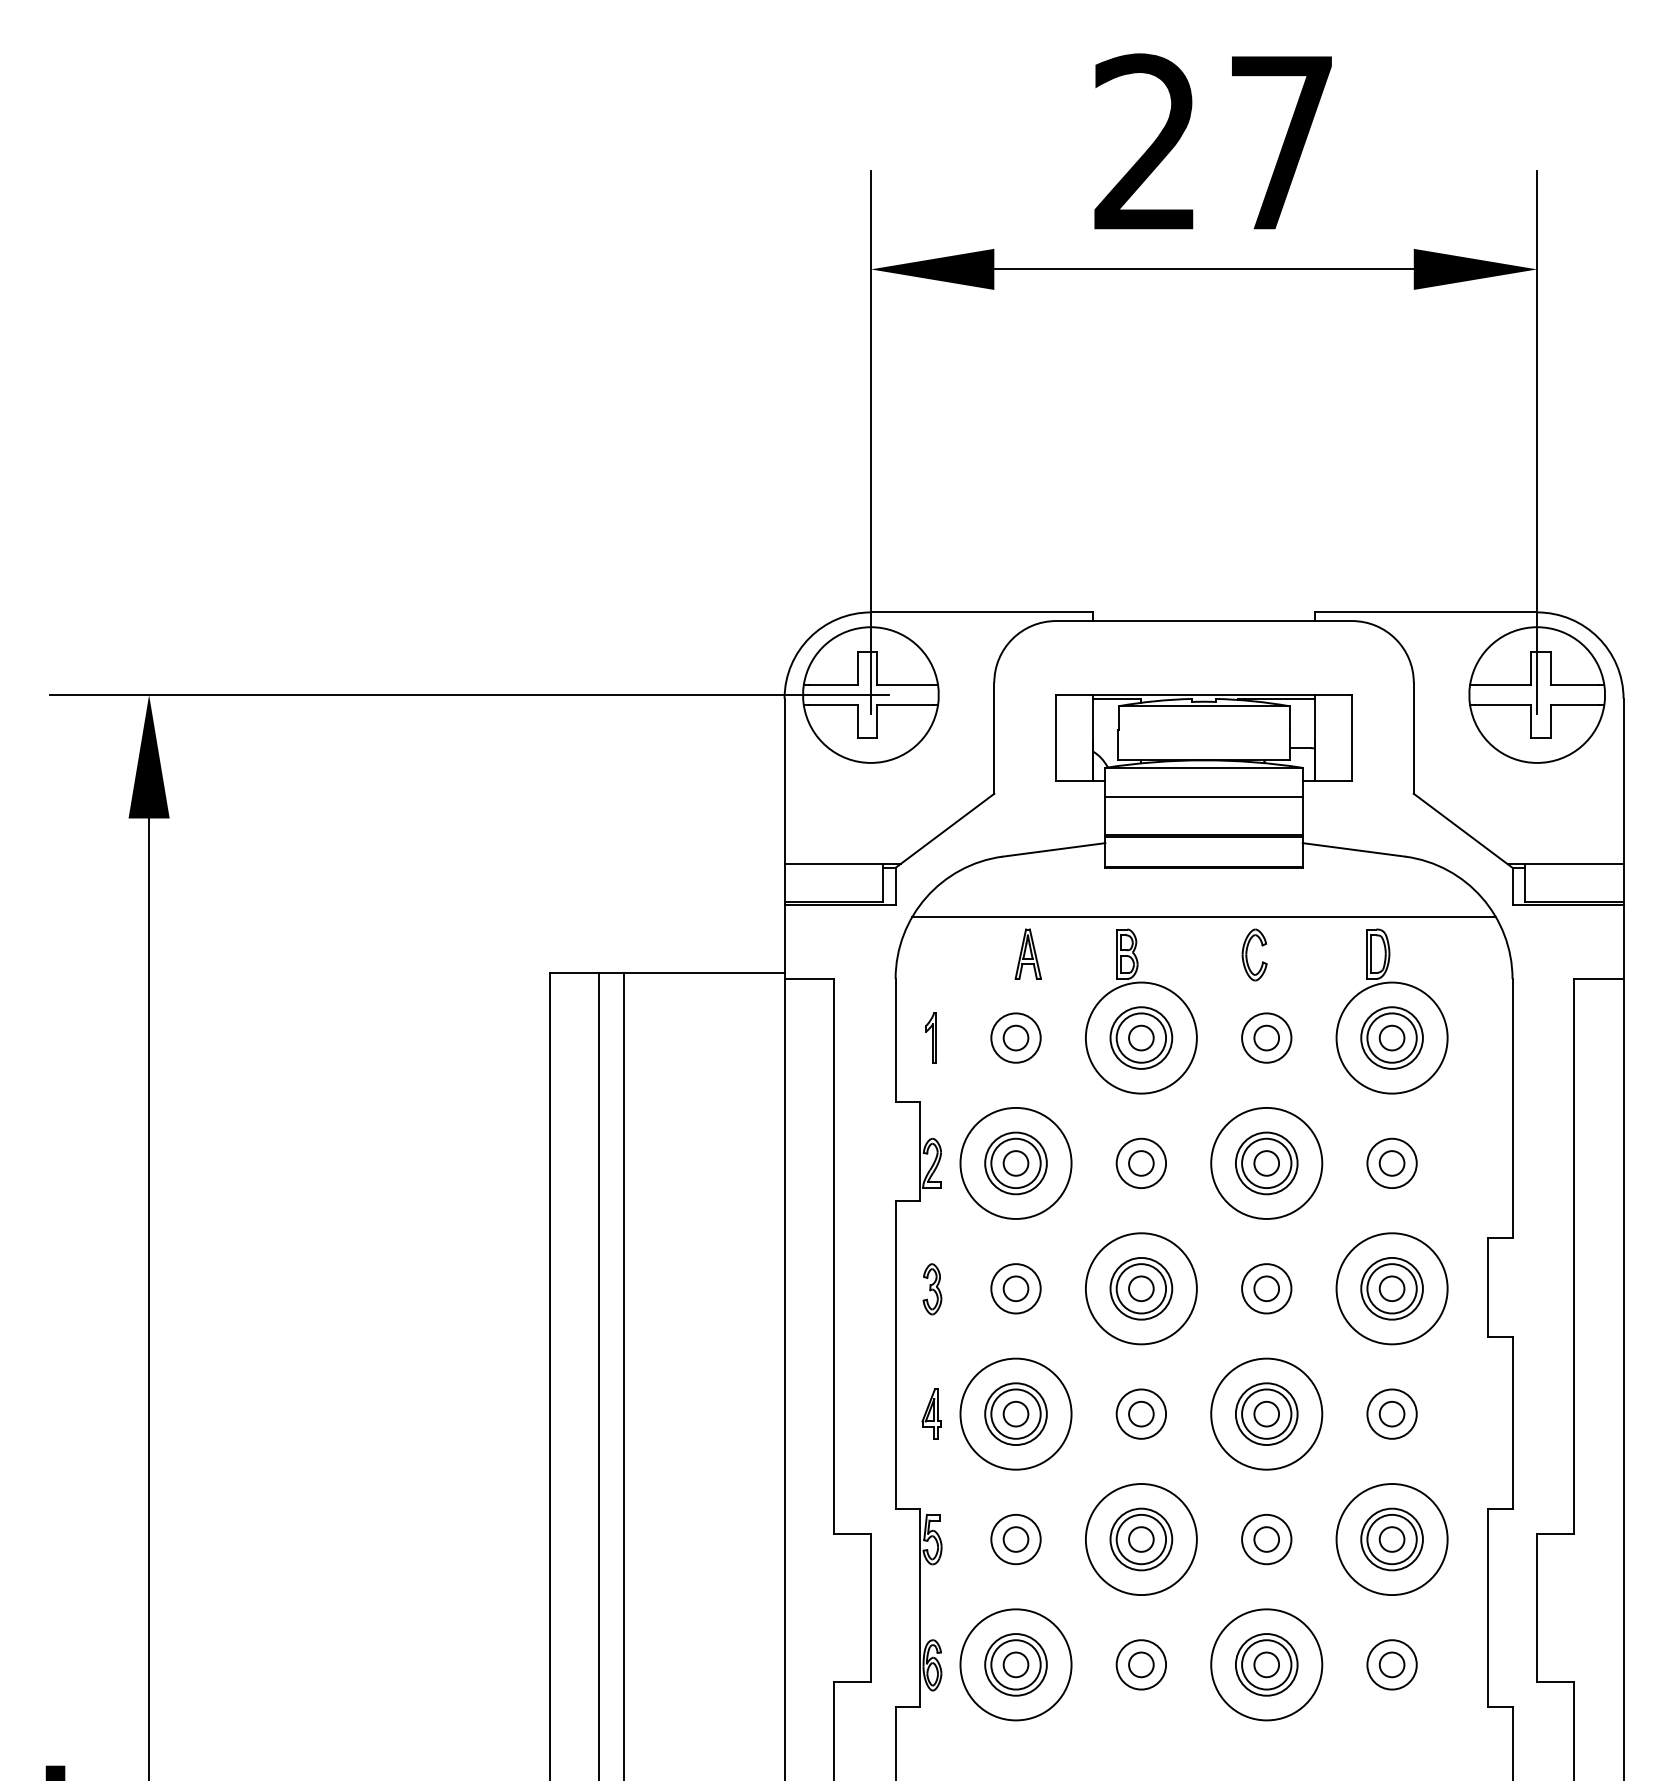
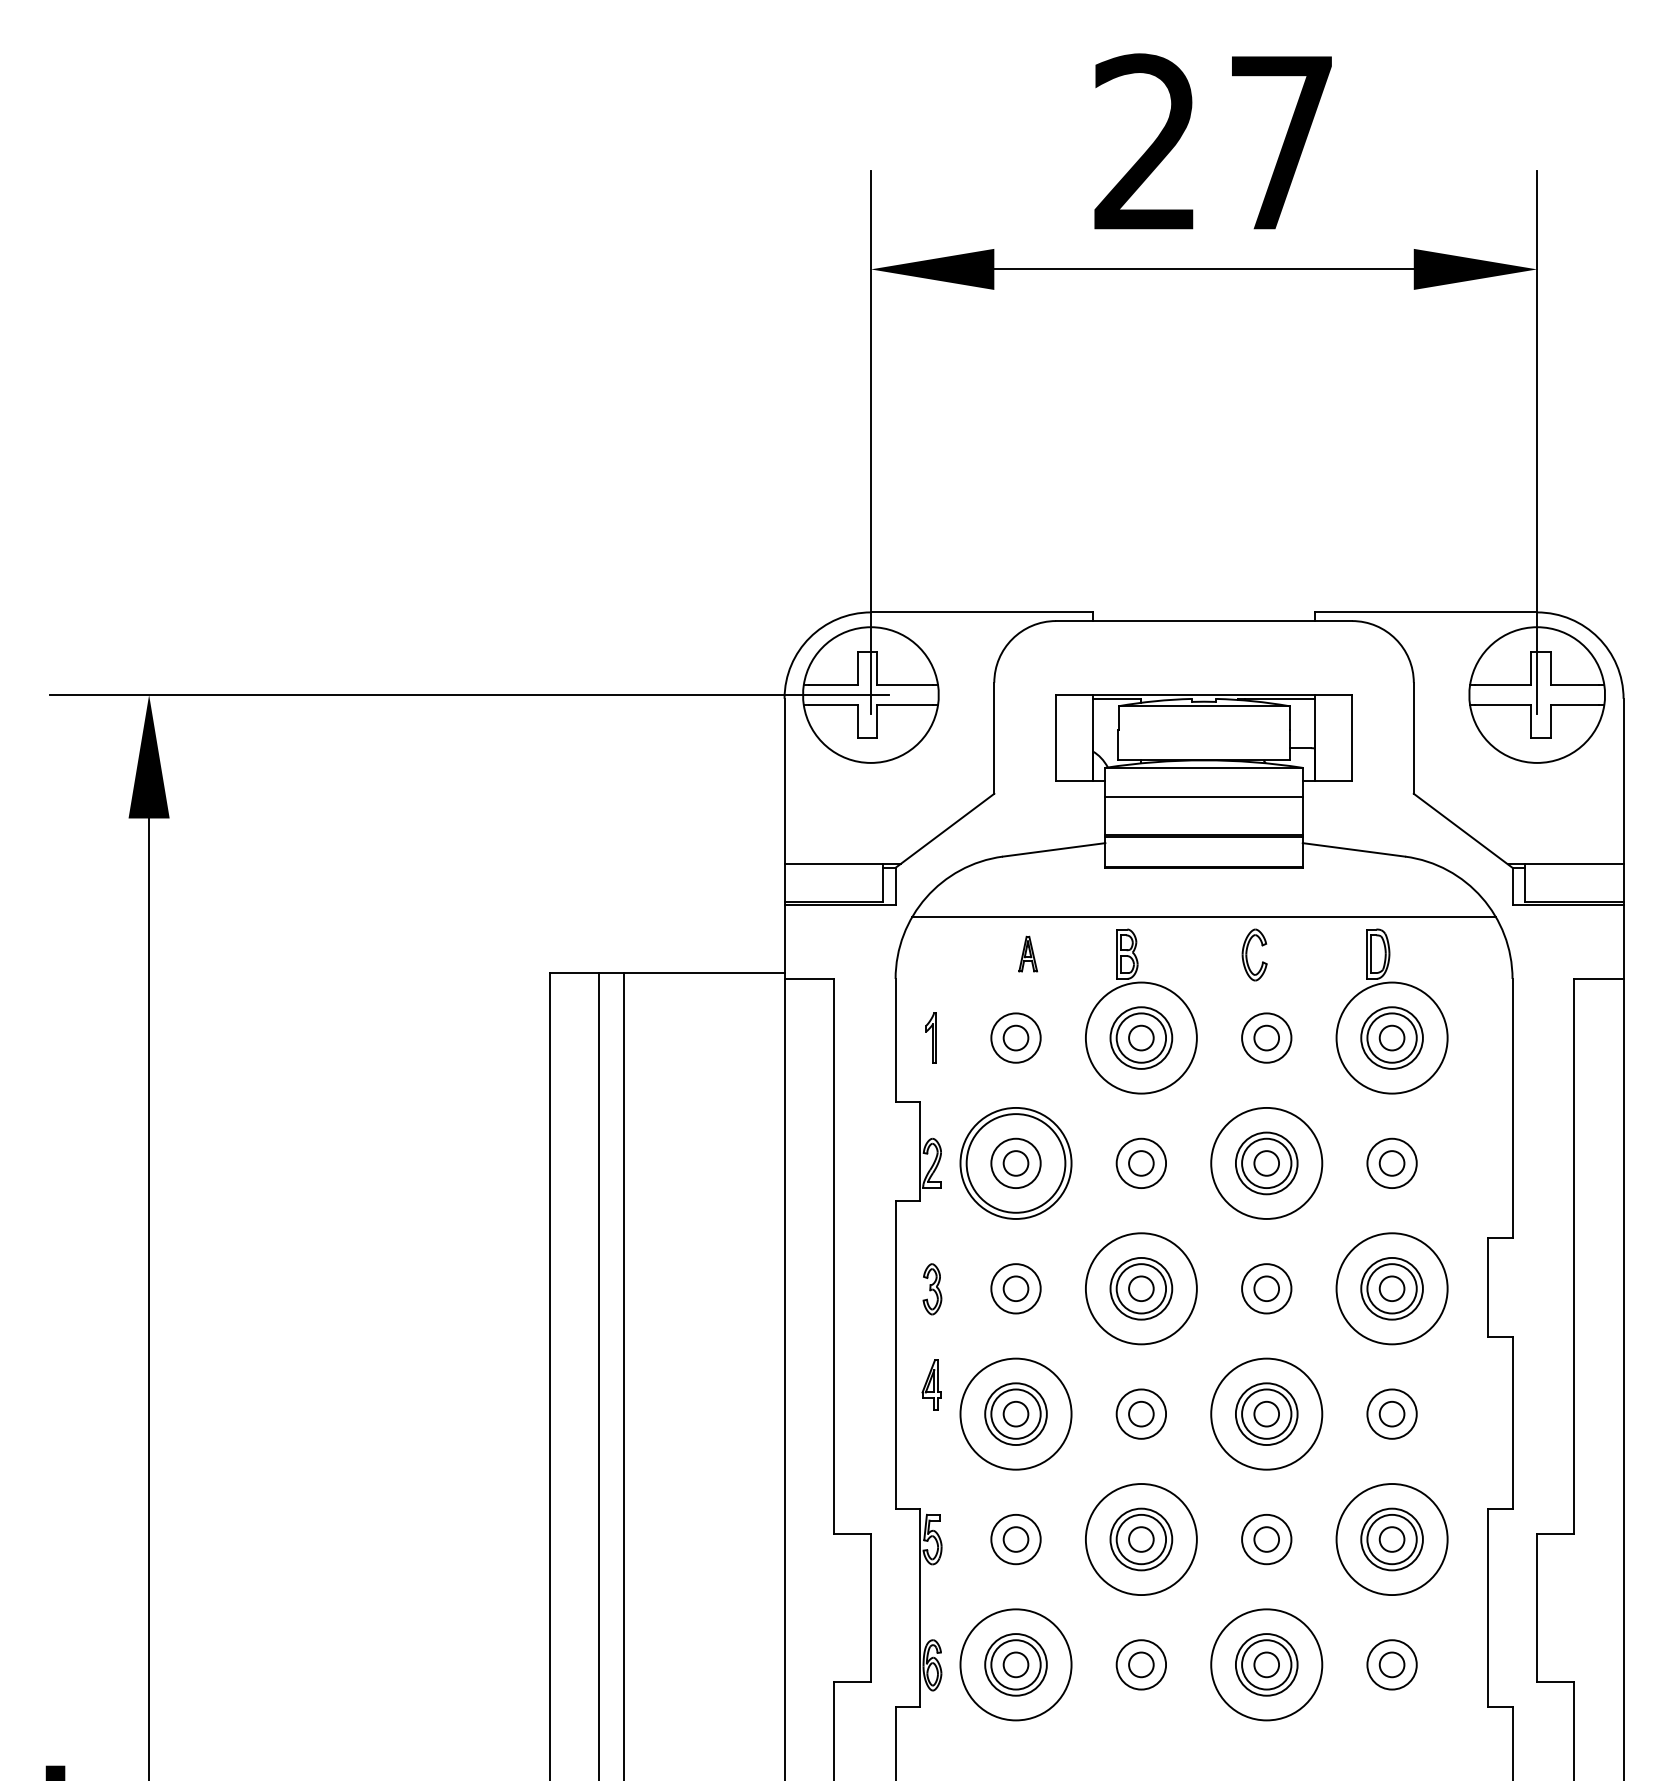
part at (1027, 953) size: 28x52 px -> 20x38 px
circle at (1015, 1163) diameter: 62 px -> 99 px
part at (931, 1413) position: (931, 1413) -> (931, 1384)
